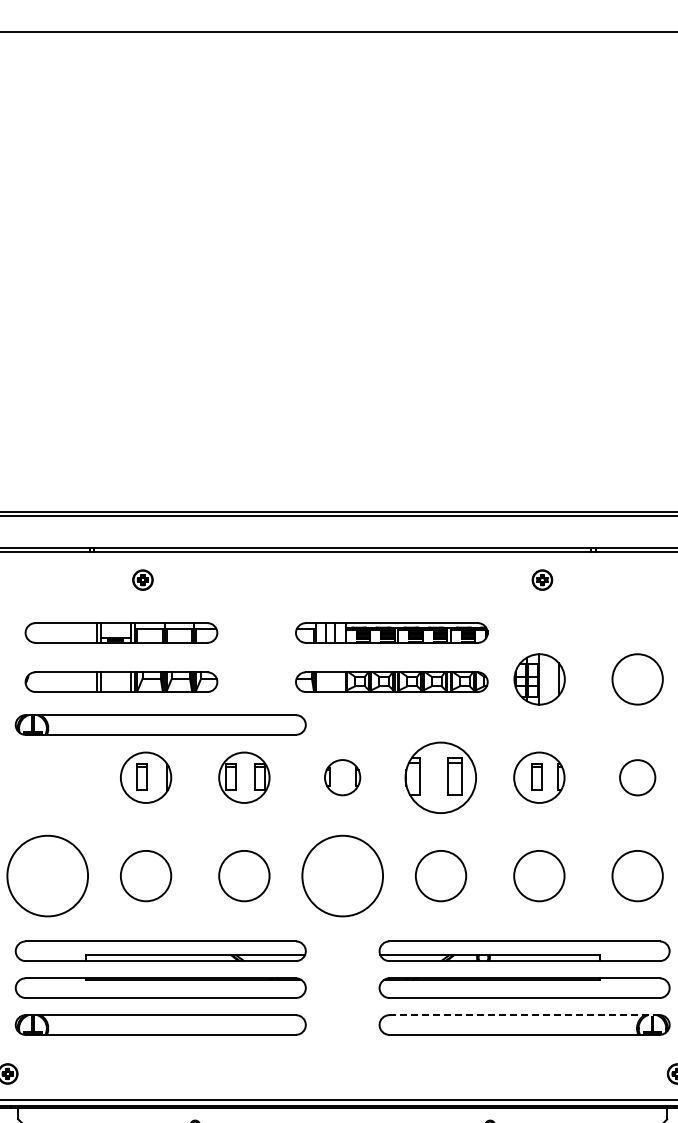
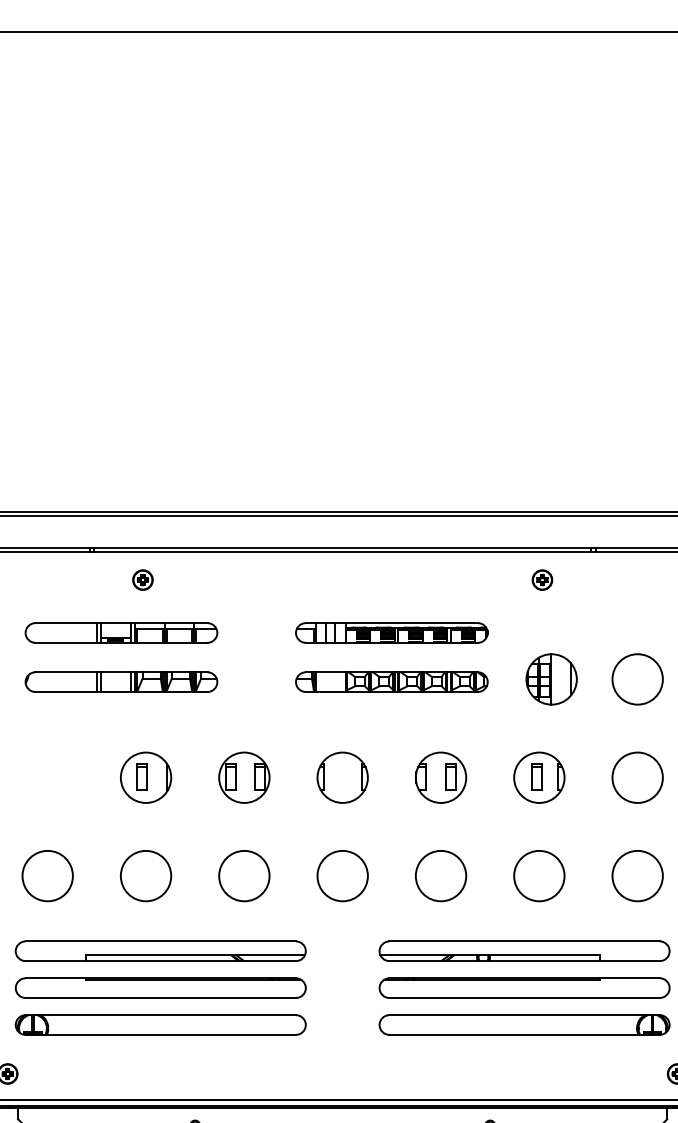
part at (539, 679) position: (539, 679) -> (551, 679)
part at (160, 724): present -> none
part at (342, 777) size: 38x38 px -> 53x53 px
part at (440, 777) size: 73x73 px -> 53x53 px
circle at (637, 777) diameter: 35 px -> 50 px
circle at (47, 875) diameter: 81 px -> 50 px
circle at (342, 875) diameter: 81 px -> 50 px
line at (525, 1015): dashed -> solid
